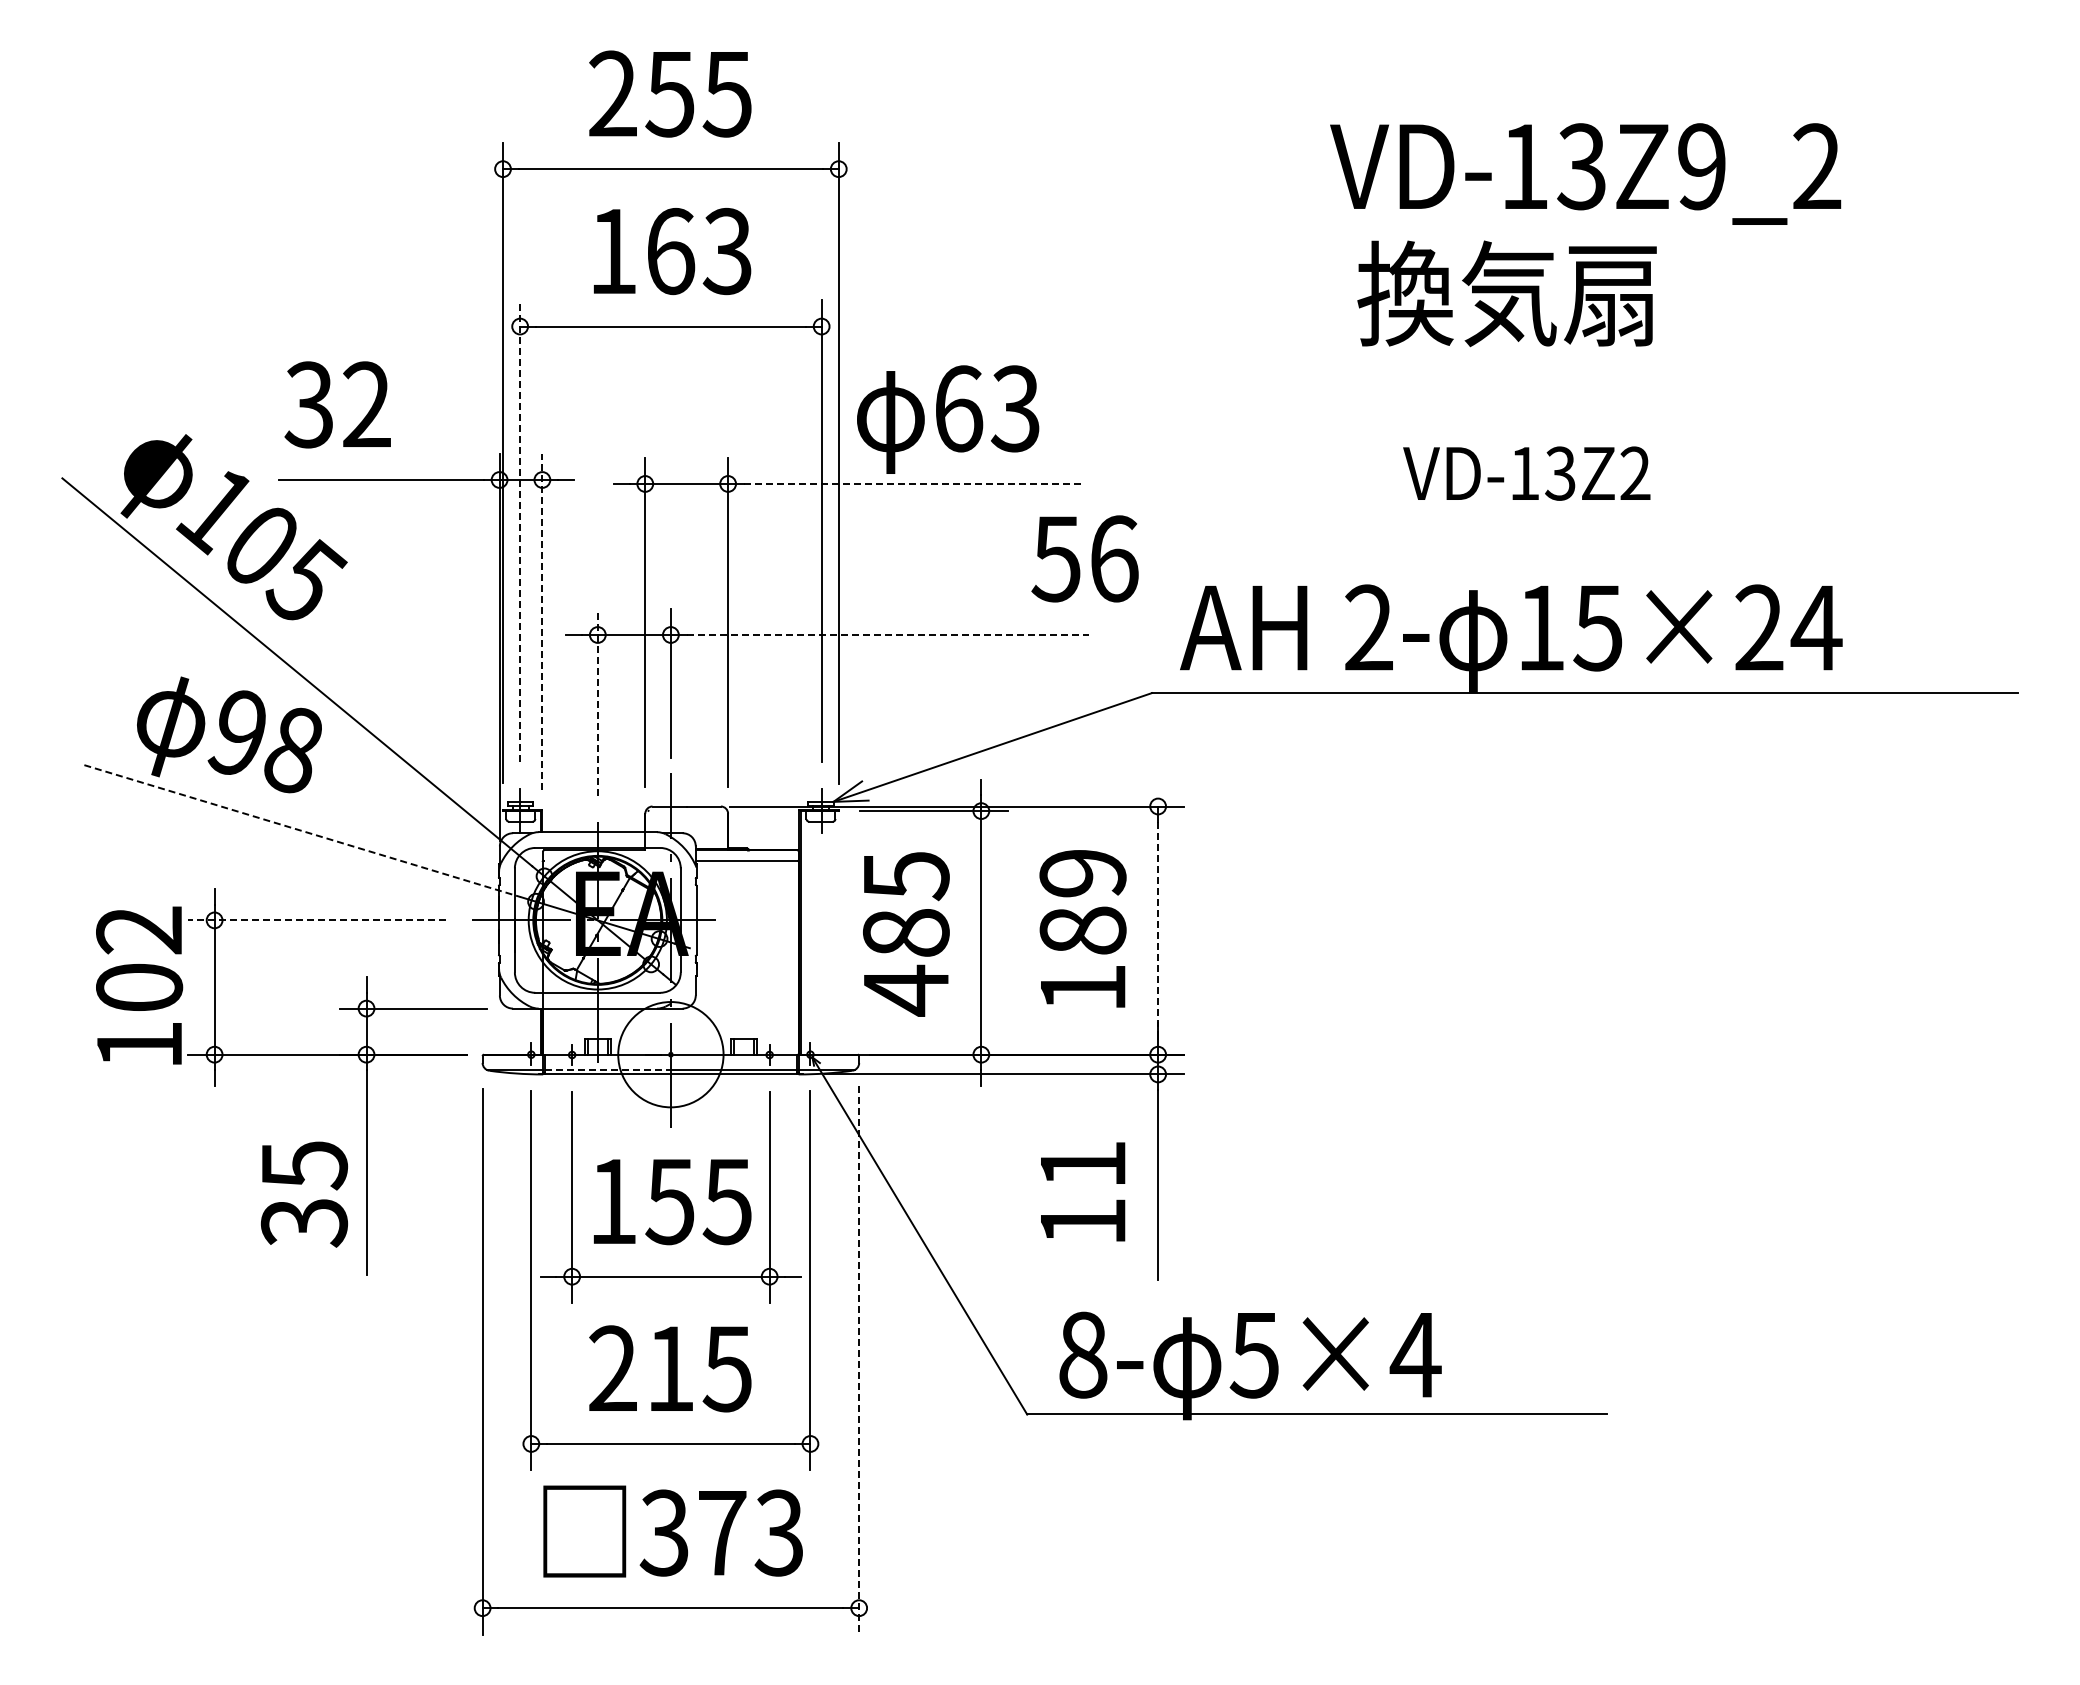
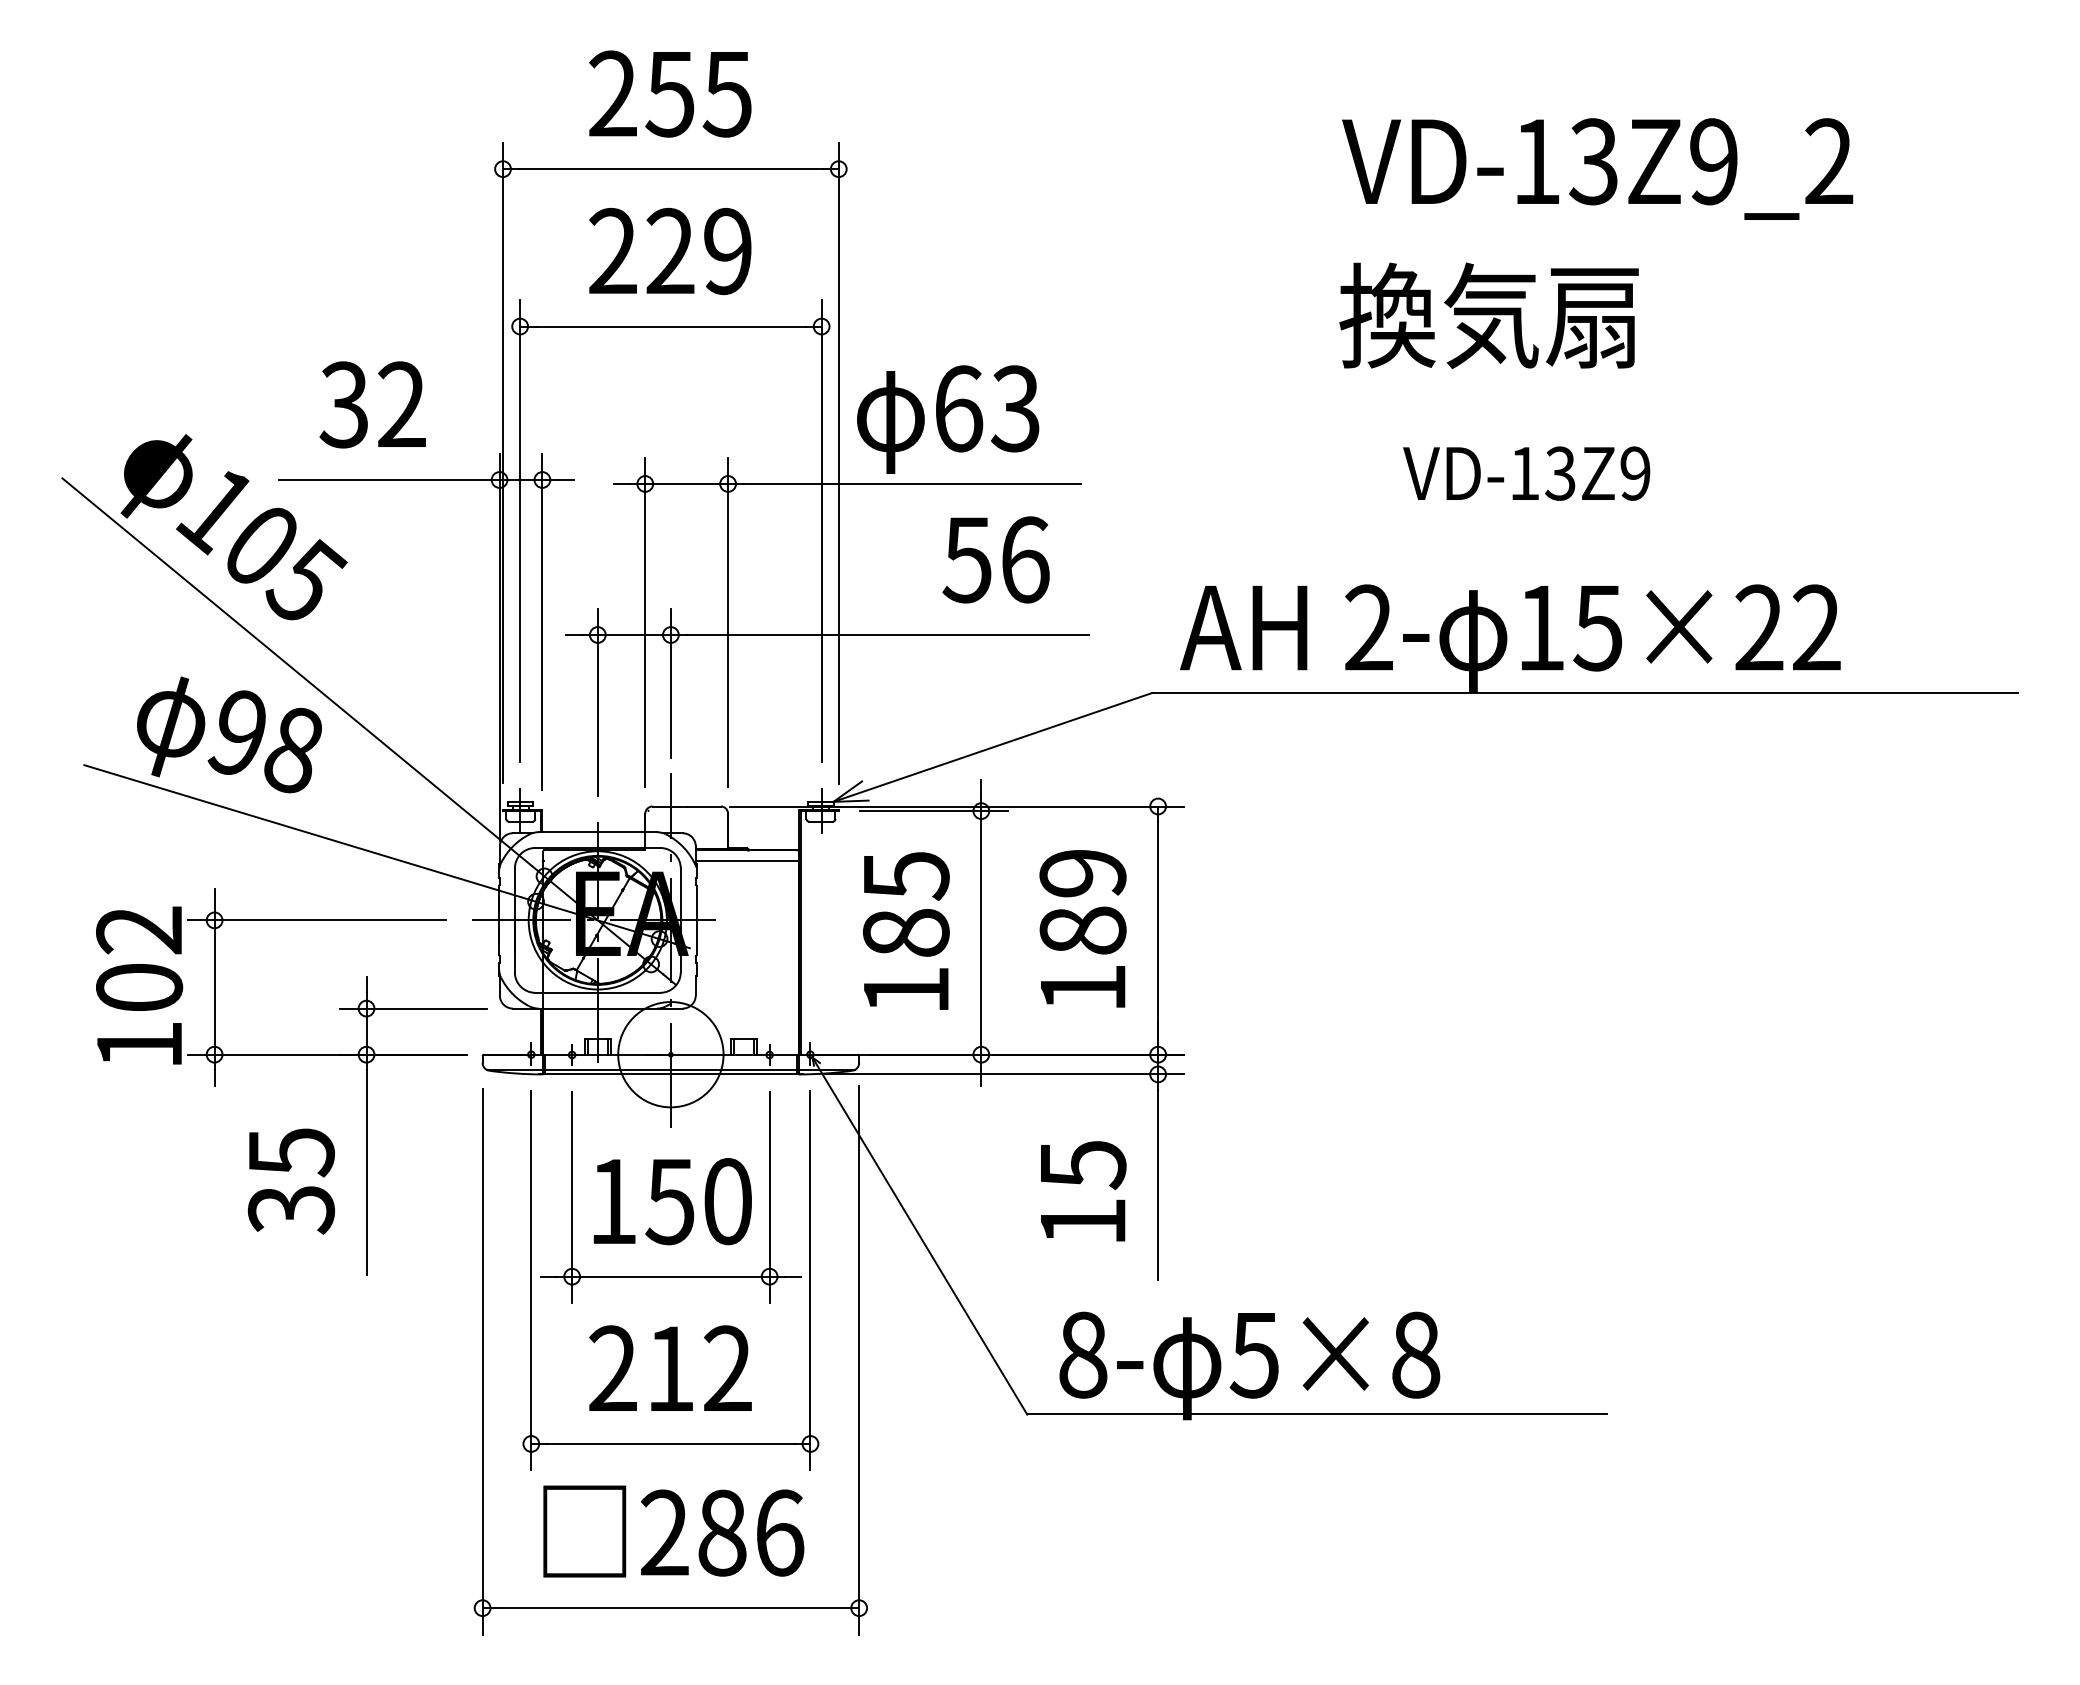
text at (1585, 173) position: (1585, 173) -> (1597, 168)
text at (670, 251): 163 -> 229
text at (1506, 293) position: (1506, 293) -> (1488, 315)
text at (337, 404) position: (337, 404) -> (372, 404)
text at (1635, 473): VD-13Z2 -> VD-13Z9
line at (912, 483): dashed -> solid
line at (520, 531): dashed -> solid
text at (1084, 558) position: (1084, 558) -> (995, 559)
line at (542, 621): dashed -> solid
text at (1816, 627): 15×24 -> 15×22
line at (888, 635): dashed -> solid
line at (597, 702): dashed -> solid
line at (303, 831): dashed -> solid
line at (317, 920): dashed -> solid
line at (1158, 931): dashed -> solid
text at (906, 990): 485 -> 185
line at (608, 1069): dashed -> solid
text at (1083, 1165): 11 -> 15
text at (303, 1194) position: (303, 1194) -> (290, 1181)
text at (726, 1201): 155 -> 150
text at (1415, 1354): 5×4 -> 5×8
line at (859, 1360): dashed -> solid
text at (726, 1368): 215 -> 212
text at (721, 1532): 373 -> 286
